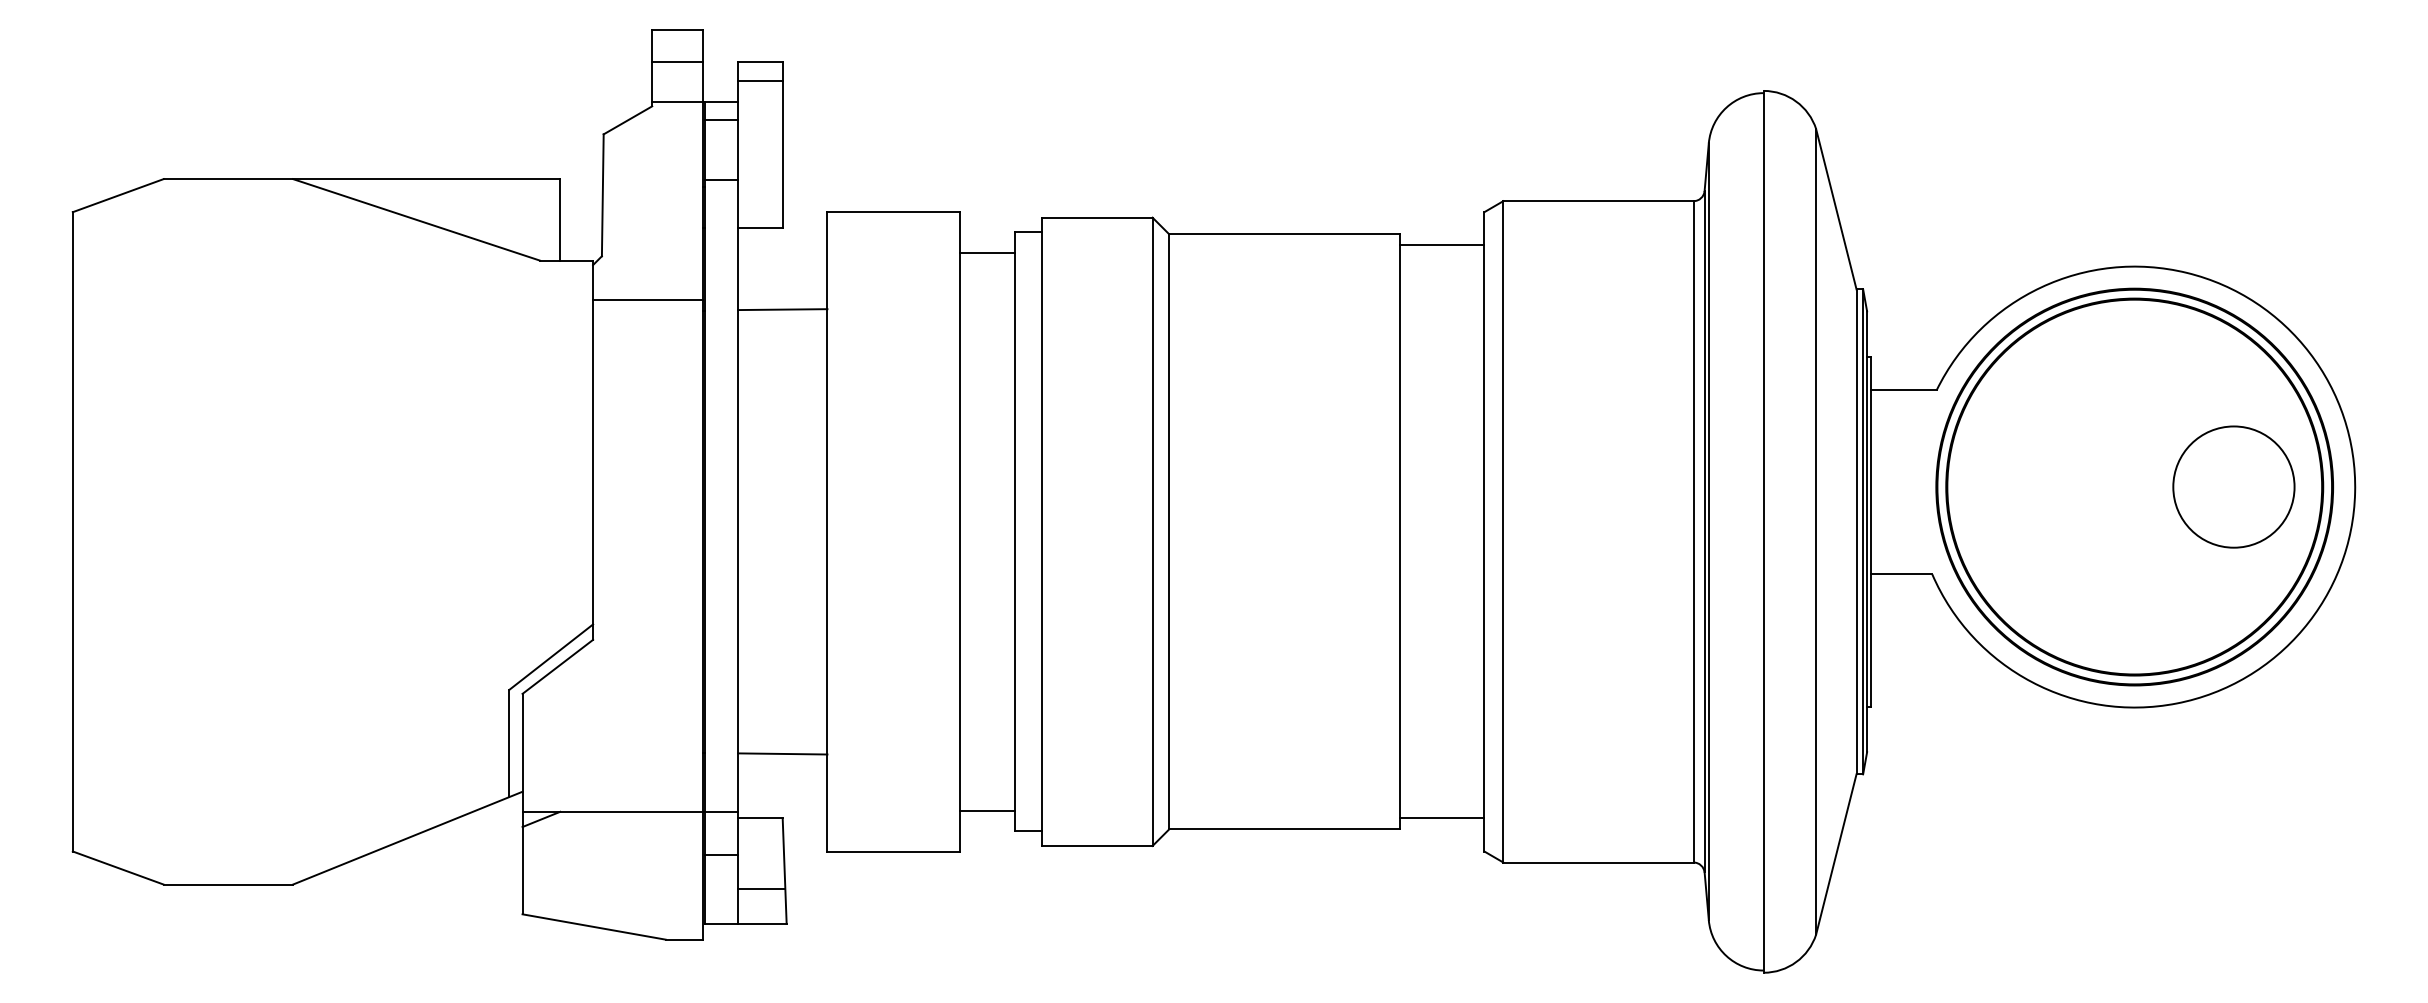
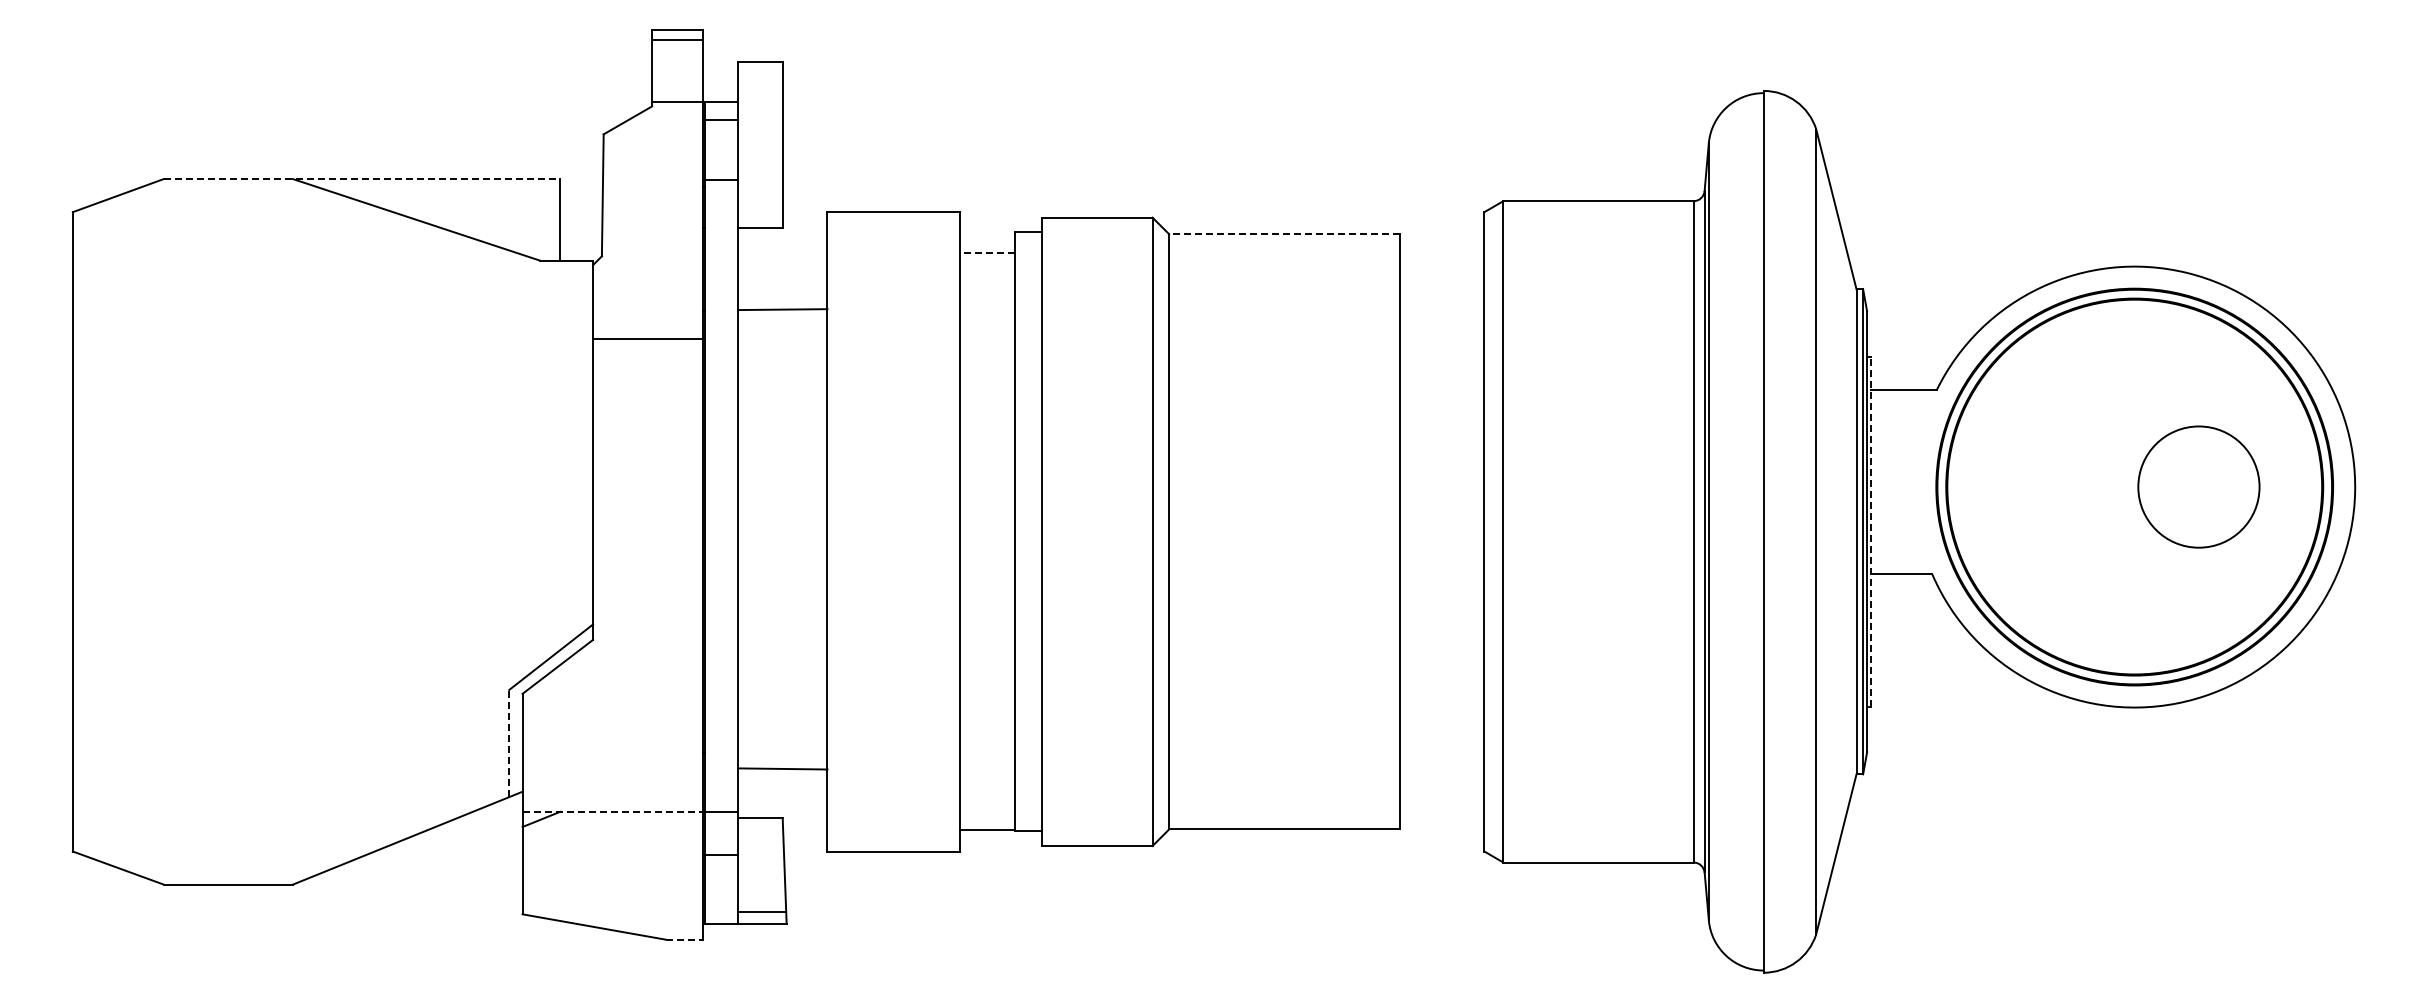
line at (677, 62) position: (677, 62) -> (677, 40)
line at (760, 81): present -> none
line at (362, 179): solid -> dashed
line at (1283, 234): solid -> dashed
line at (1441, 245): present -> none
line at (987, 252): solid -> dashed
line at (647, 300) position: (647, 300) -> (647, 339)
circle at (2233, 486) position: (2233, 486) -> (2198, 486)
line at (1871, 531): solid -> dashed
line at (509, 743): solid -> dashed
line at (782, 753) position: (782, 753) -> (782, 768)
line at (986, 810) position: (986, 810) -> (986, 829)
line at (613, 811): solid -> dashed
line at (1441, 818): present -> none
line at (761, 888) position: (761, 888) -> (761, 911)
line at (684, 939): solid -> dashed
